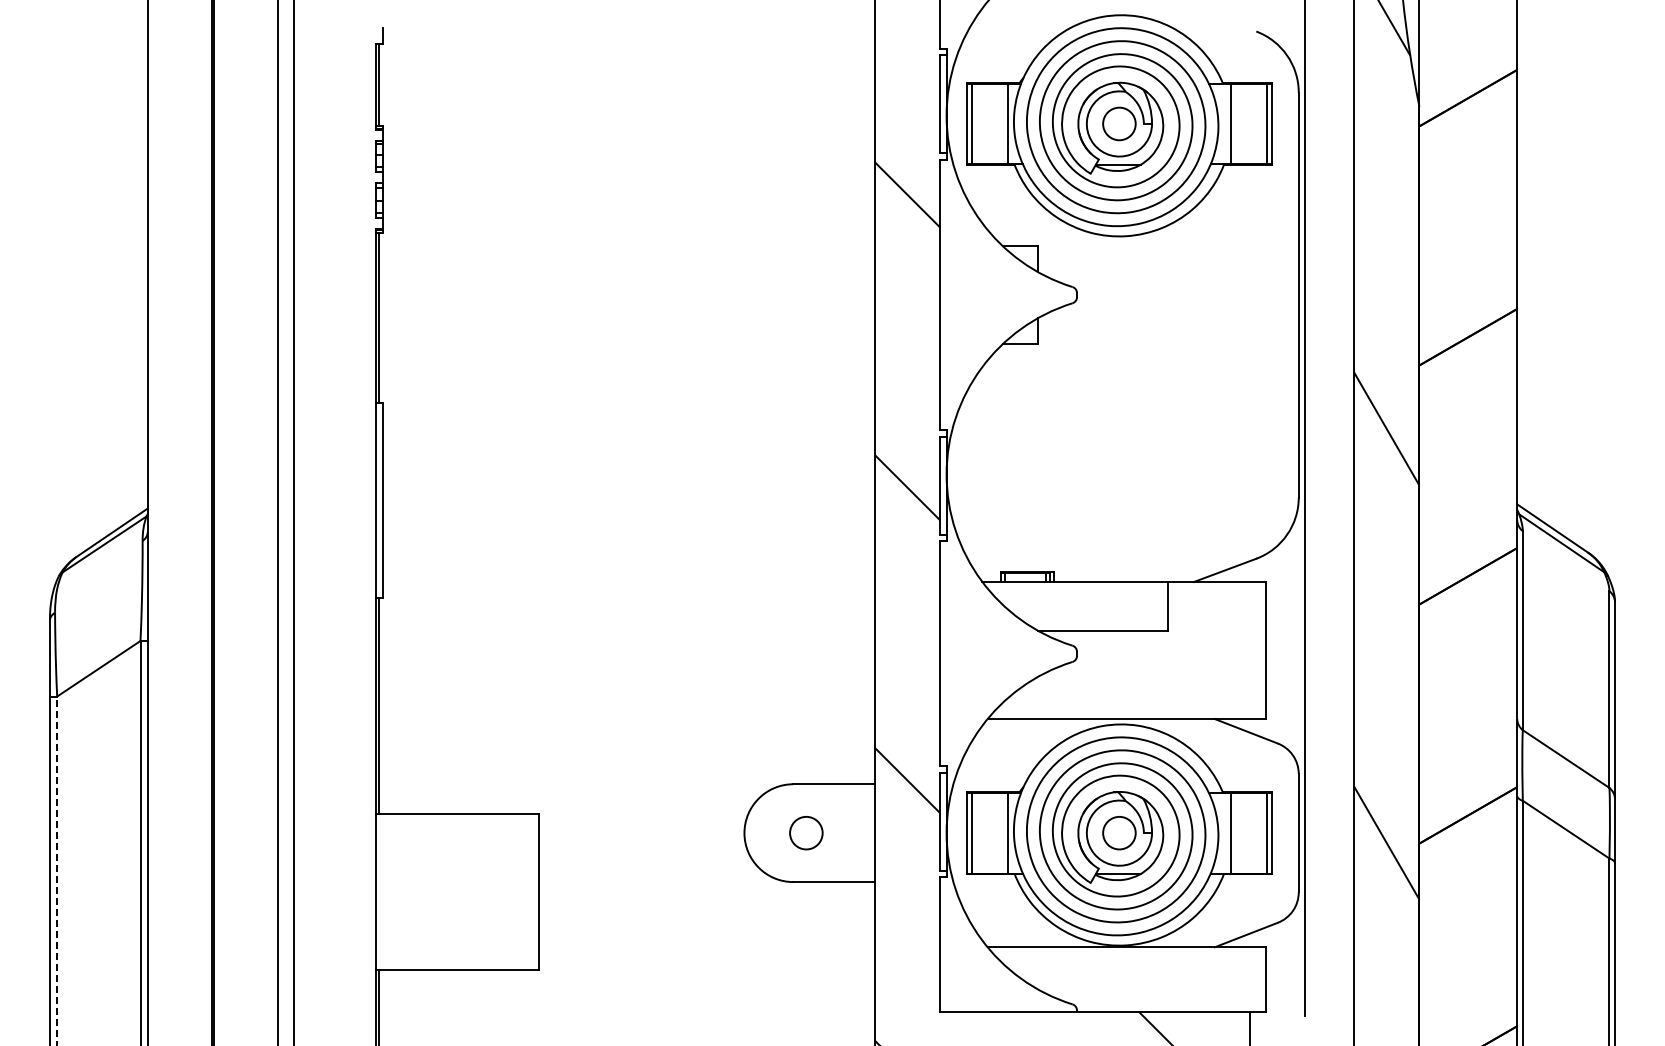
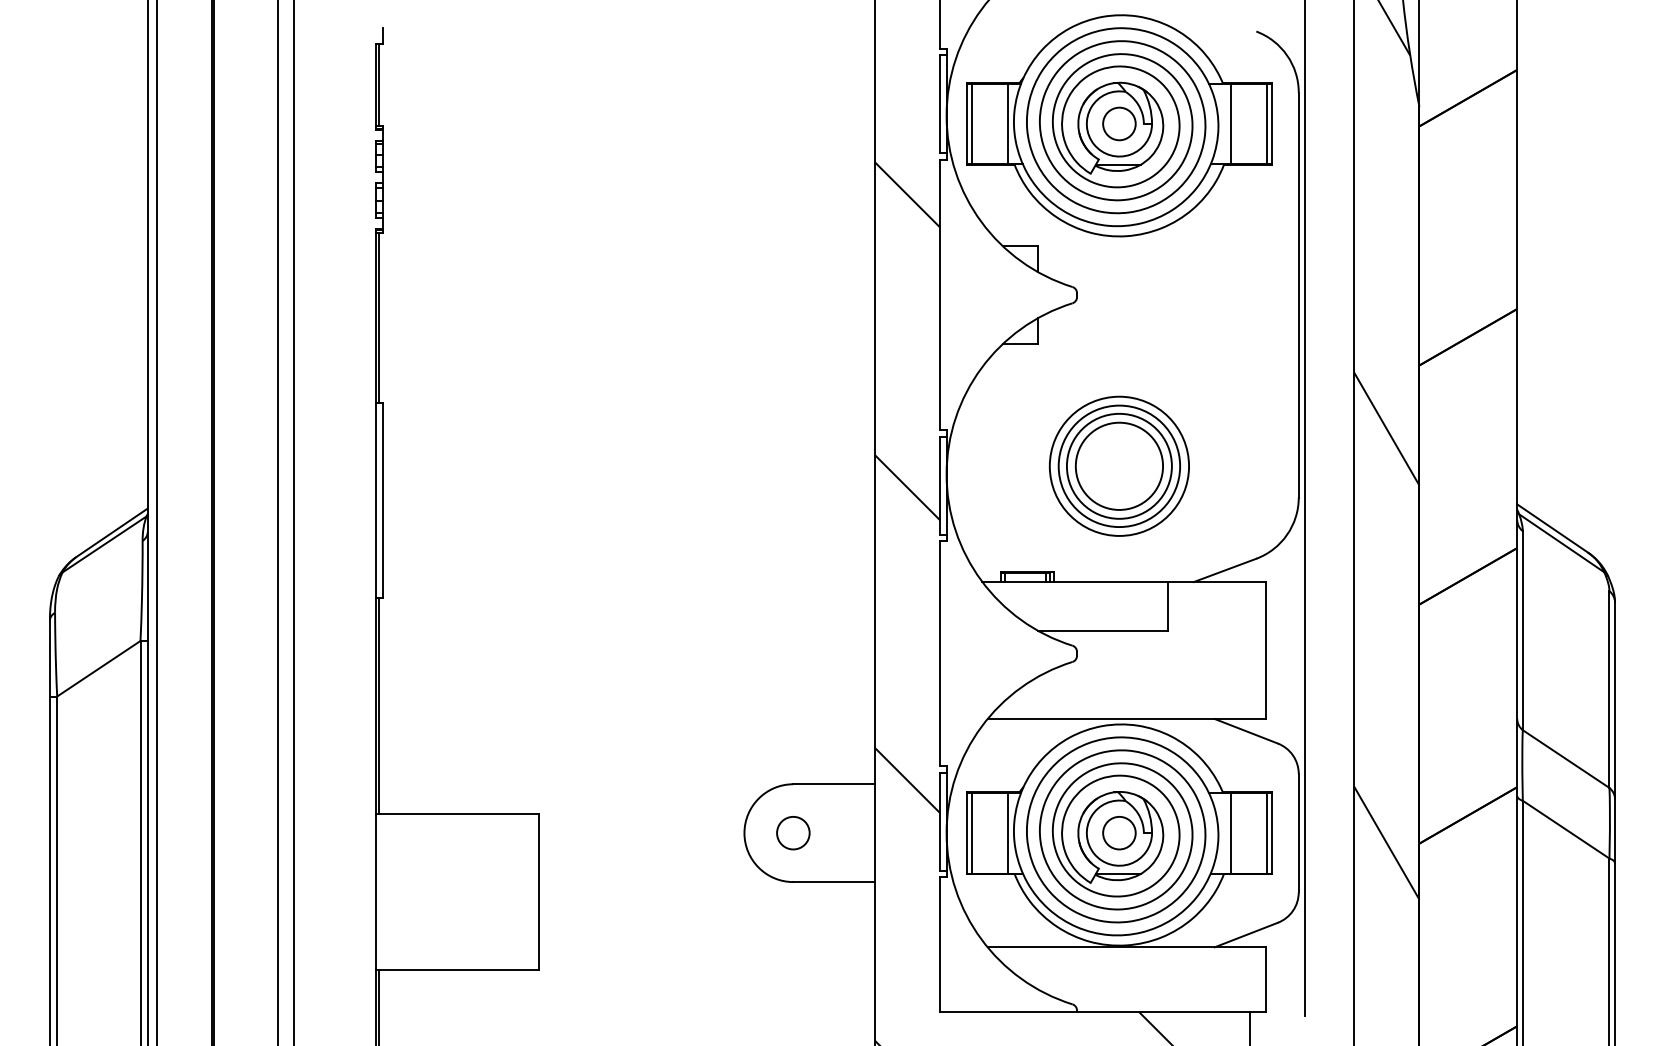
part at (1118, 465): none -> present
line at (157, 522): none -> present
circle at (806, 833) position: (806, 833) -> (793, 833)
line at (57, 870): dashed -> solid
